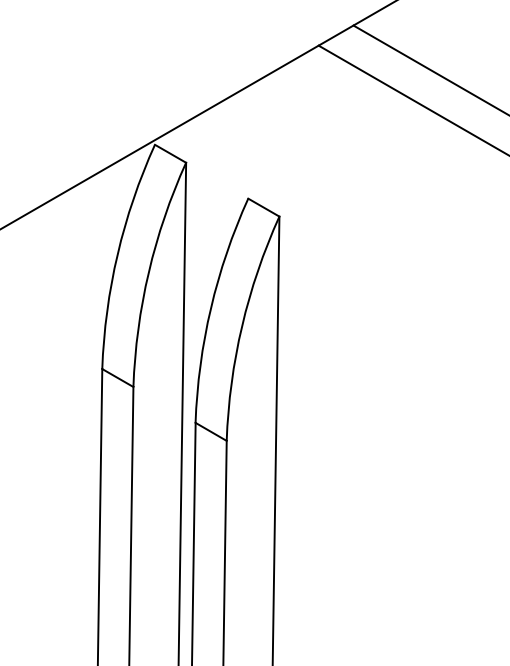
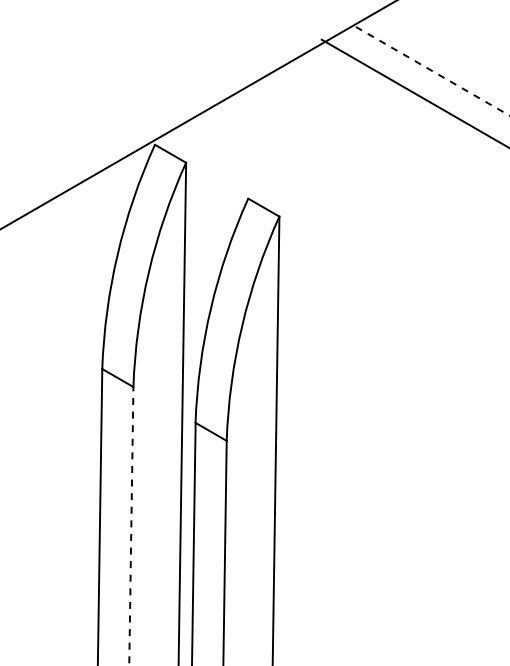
line at (431, 70): solid -> dashed
line at (412, 99) position: (412, 99) -> (413, 92)
line at (131, 525): solid -> dashed
